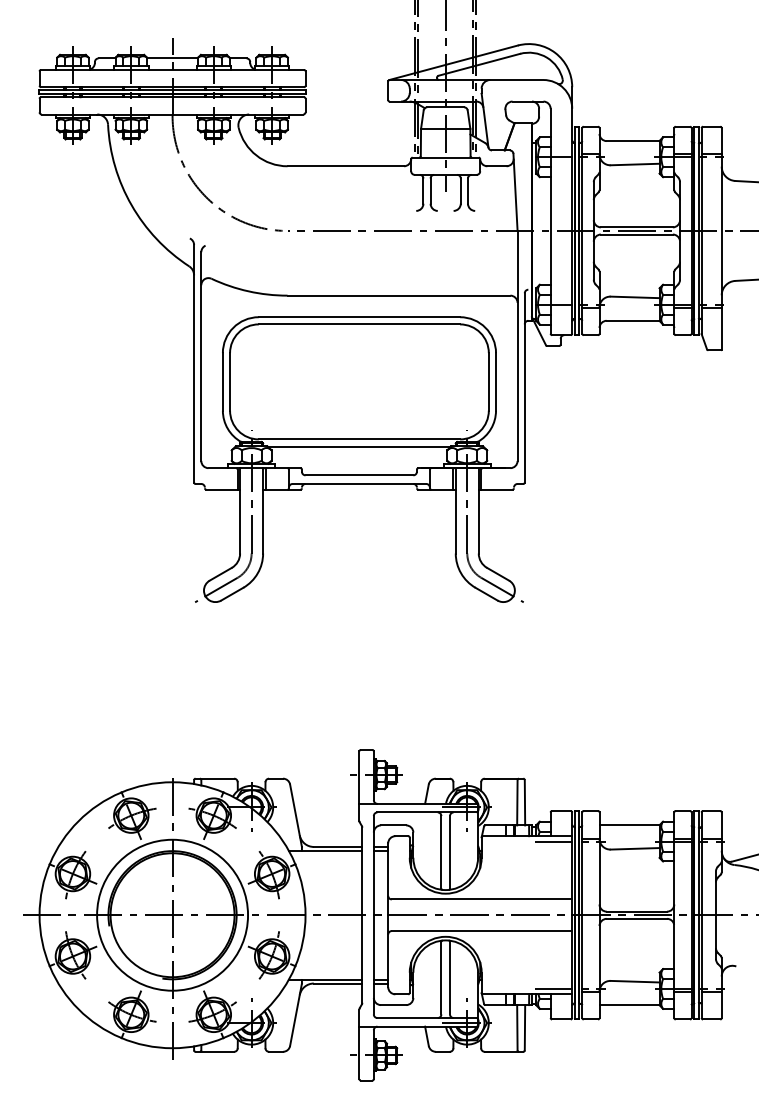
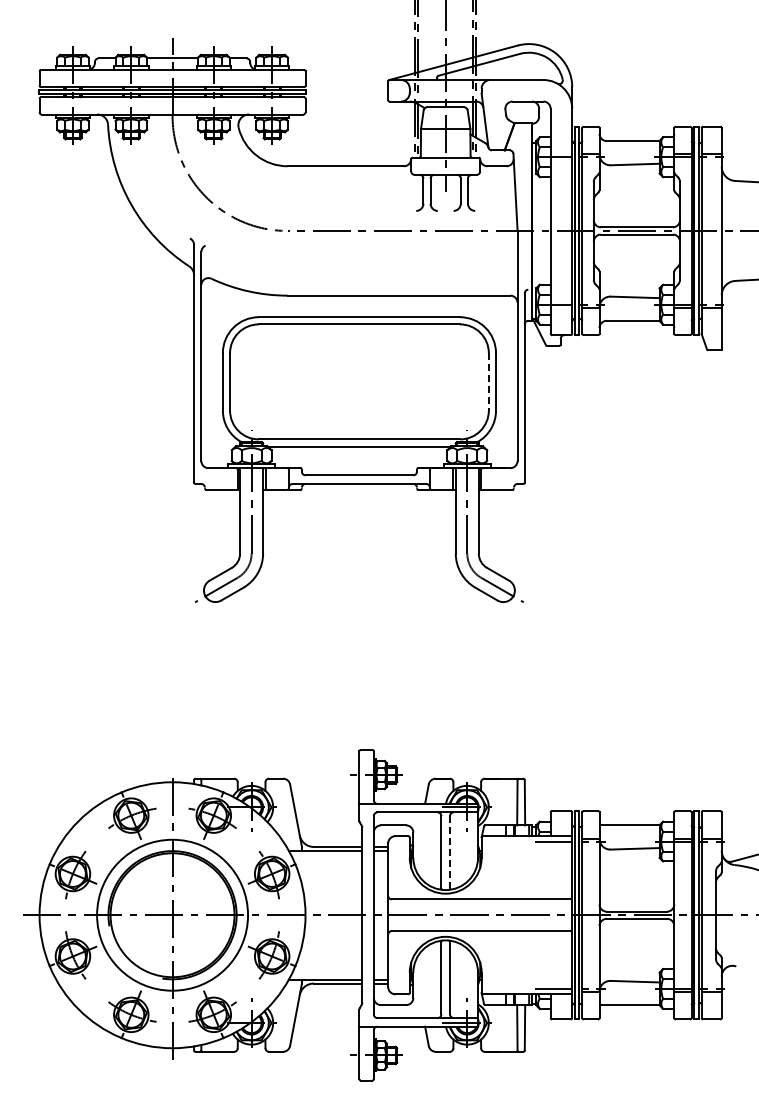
line at (488, 381): solid -> dashed
line at (450, 851): solid -> dashed
